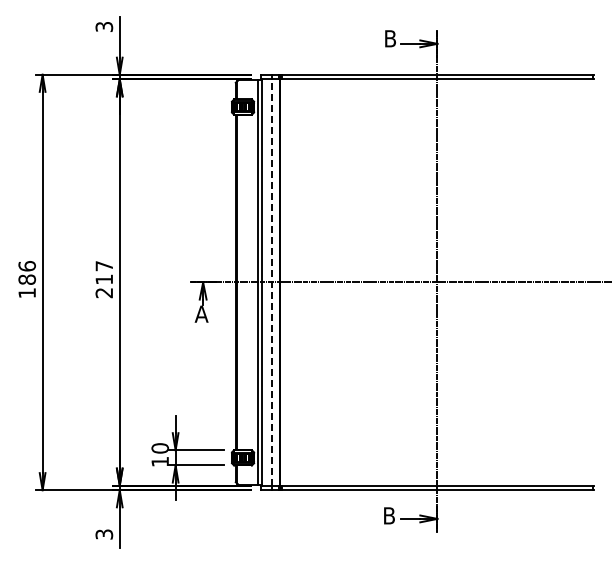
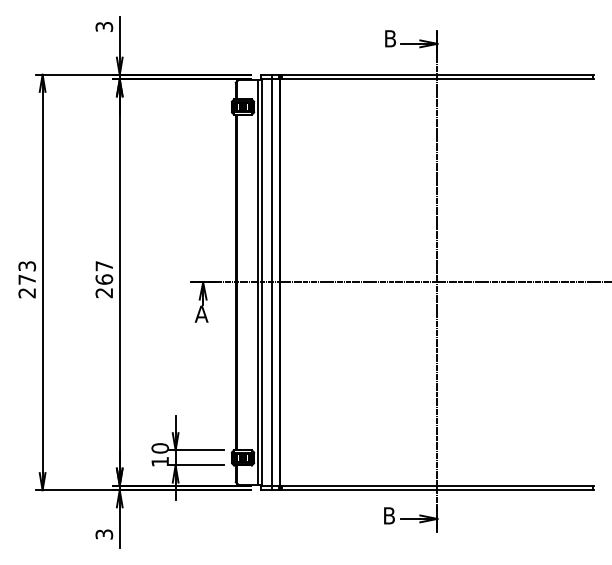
text at (27, 279): 186 -> 273
text at (104, 279): 217 -> 267
line at (271, 282): dashed -> solid
